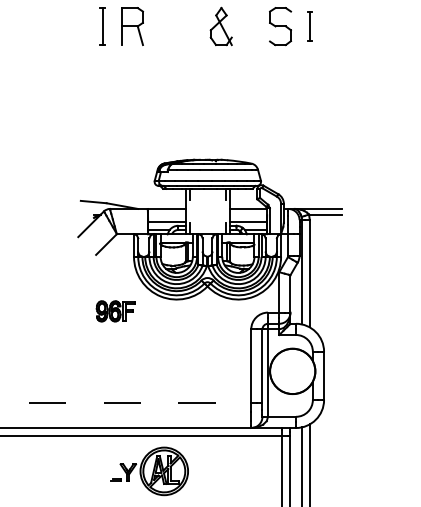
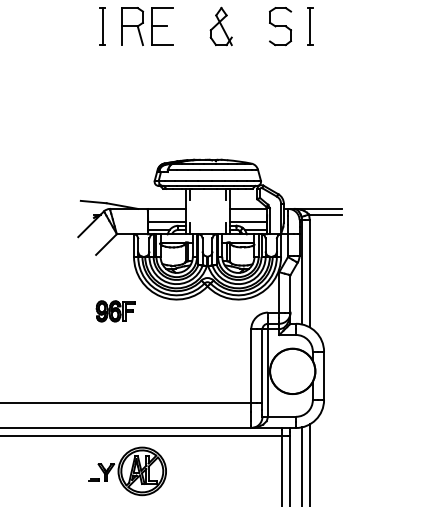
part at (162, 26): none -> present
part at (309, 26) size: 6x31 px -> 7x39 px
line at (126, 402): dashed -> solid
part at (149, 471) position: (149, 471) -> (127, 471)
